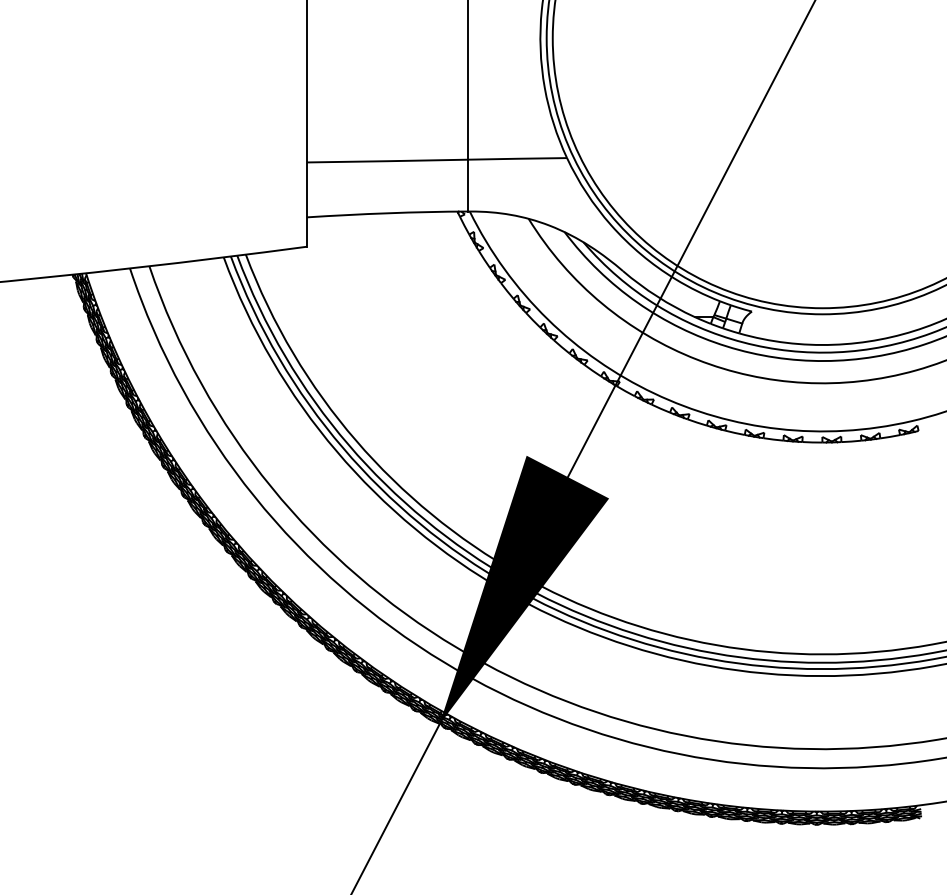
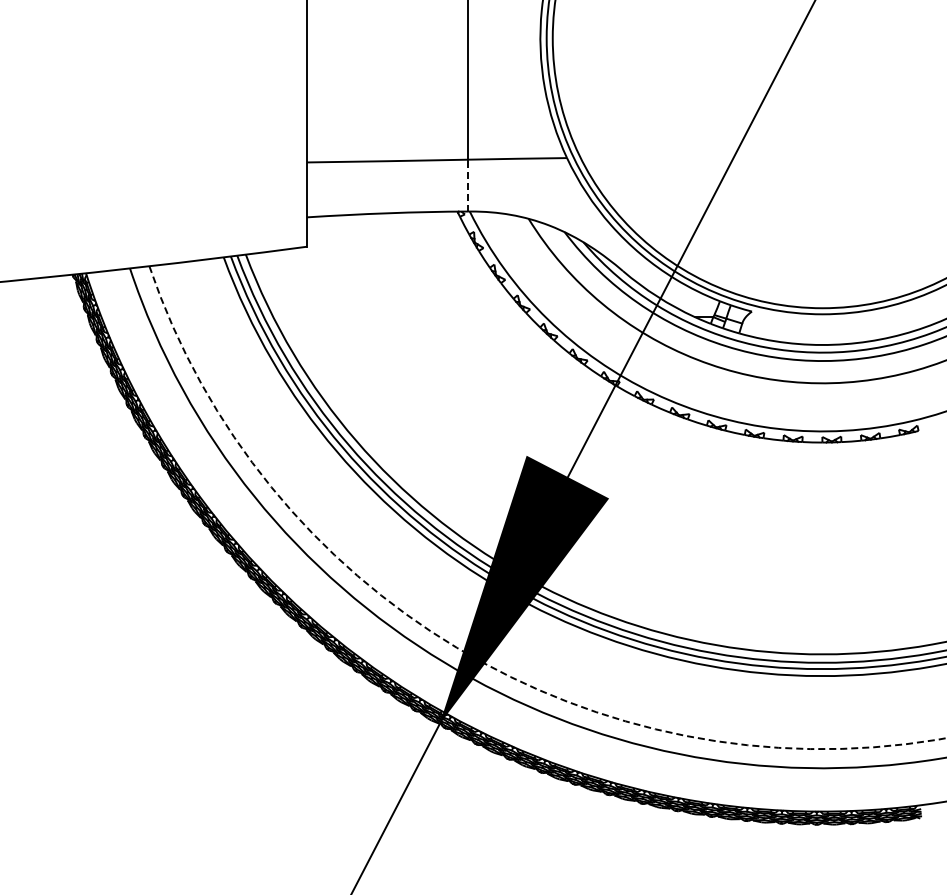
line at (468, 185): solid -> dashed
arc at (461, 650): solid -> dashed
